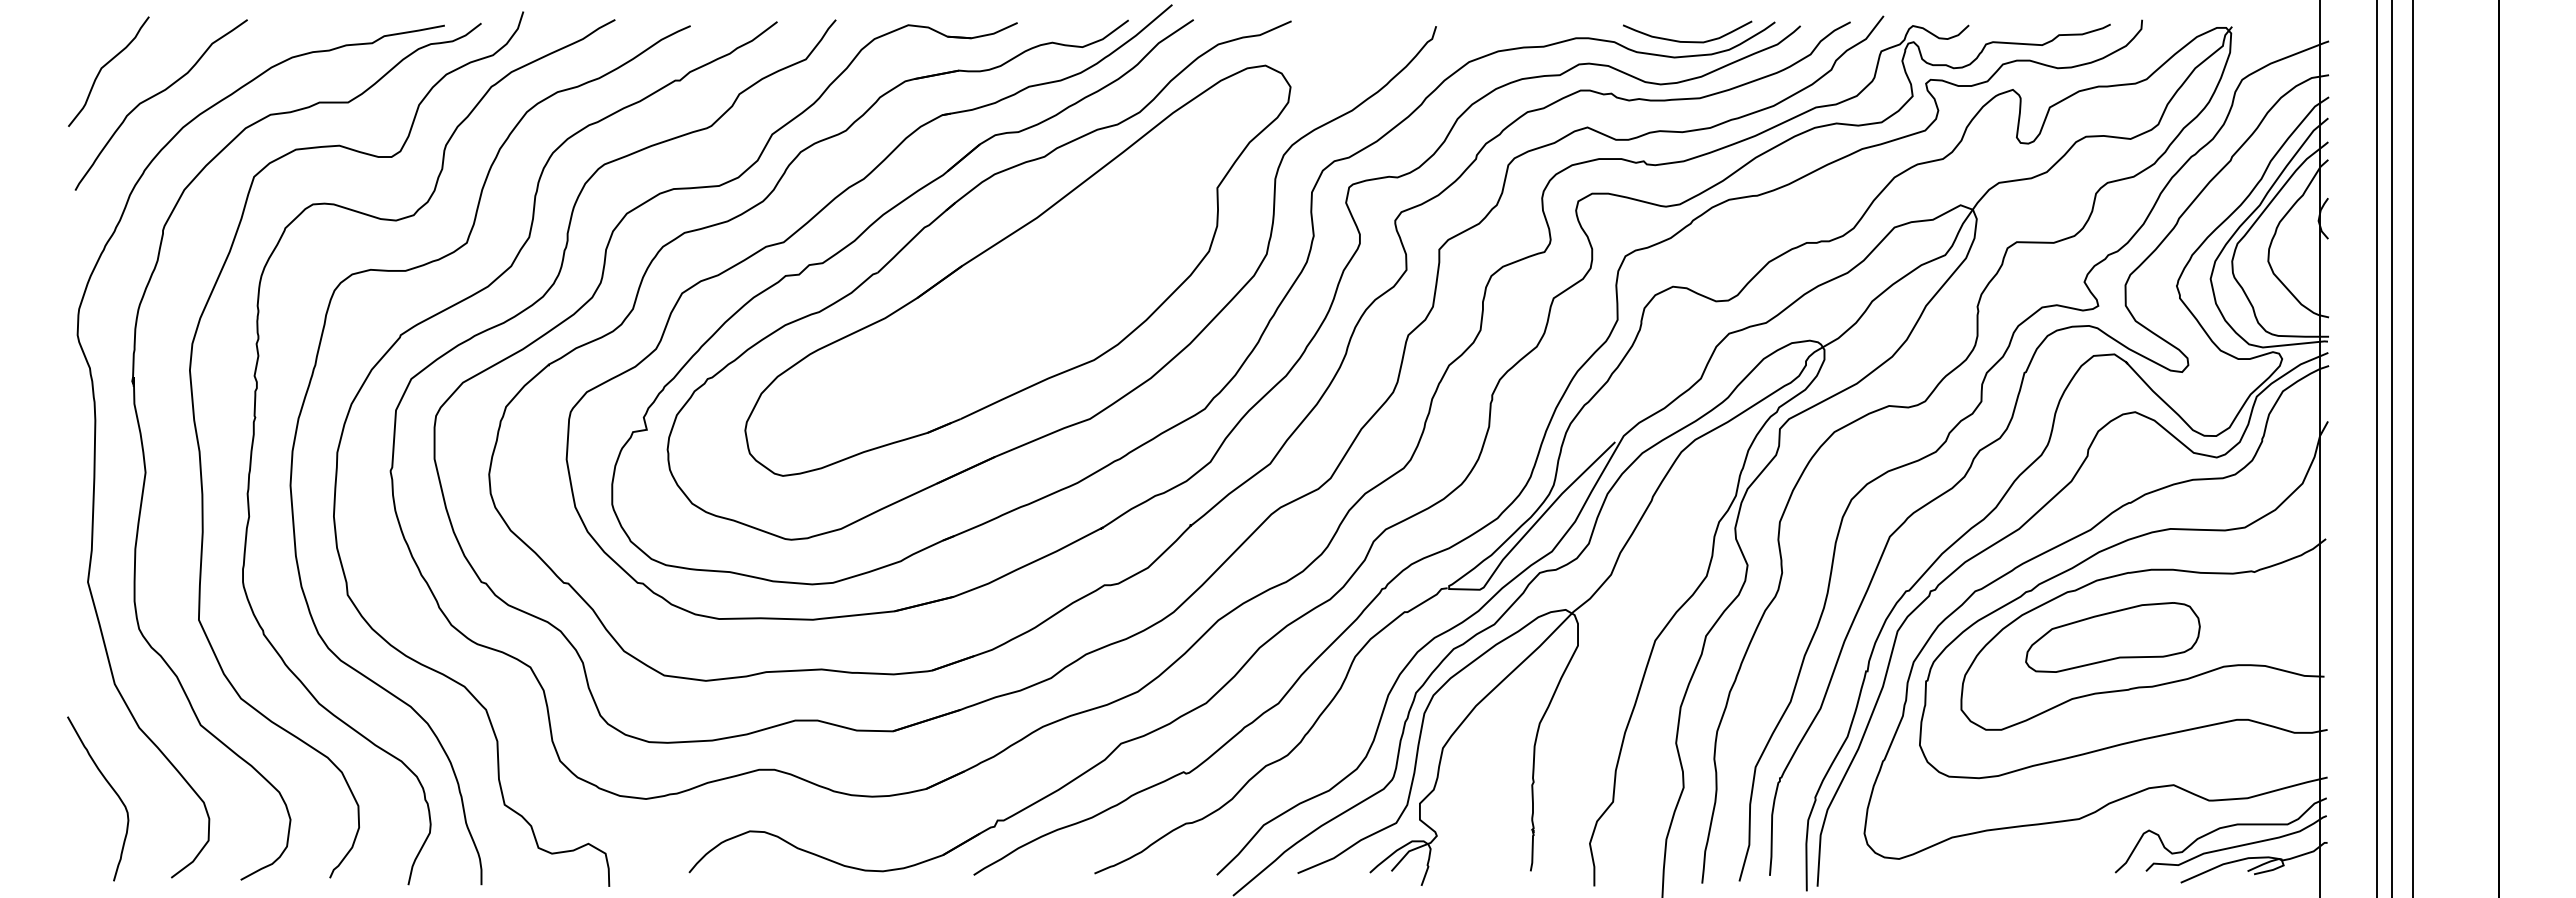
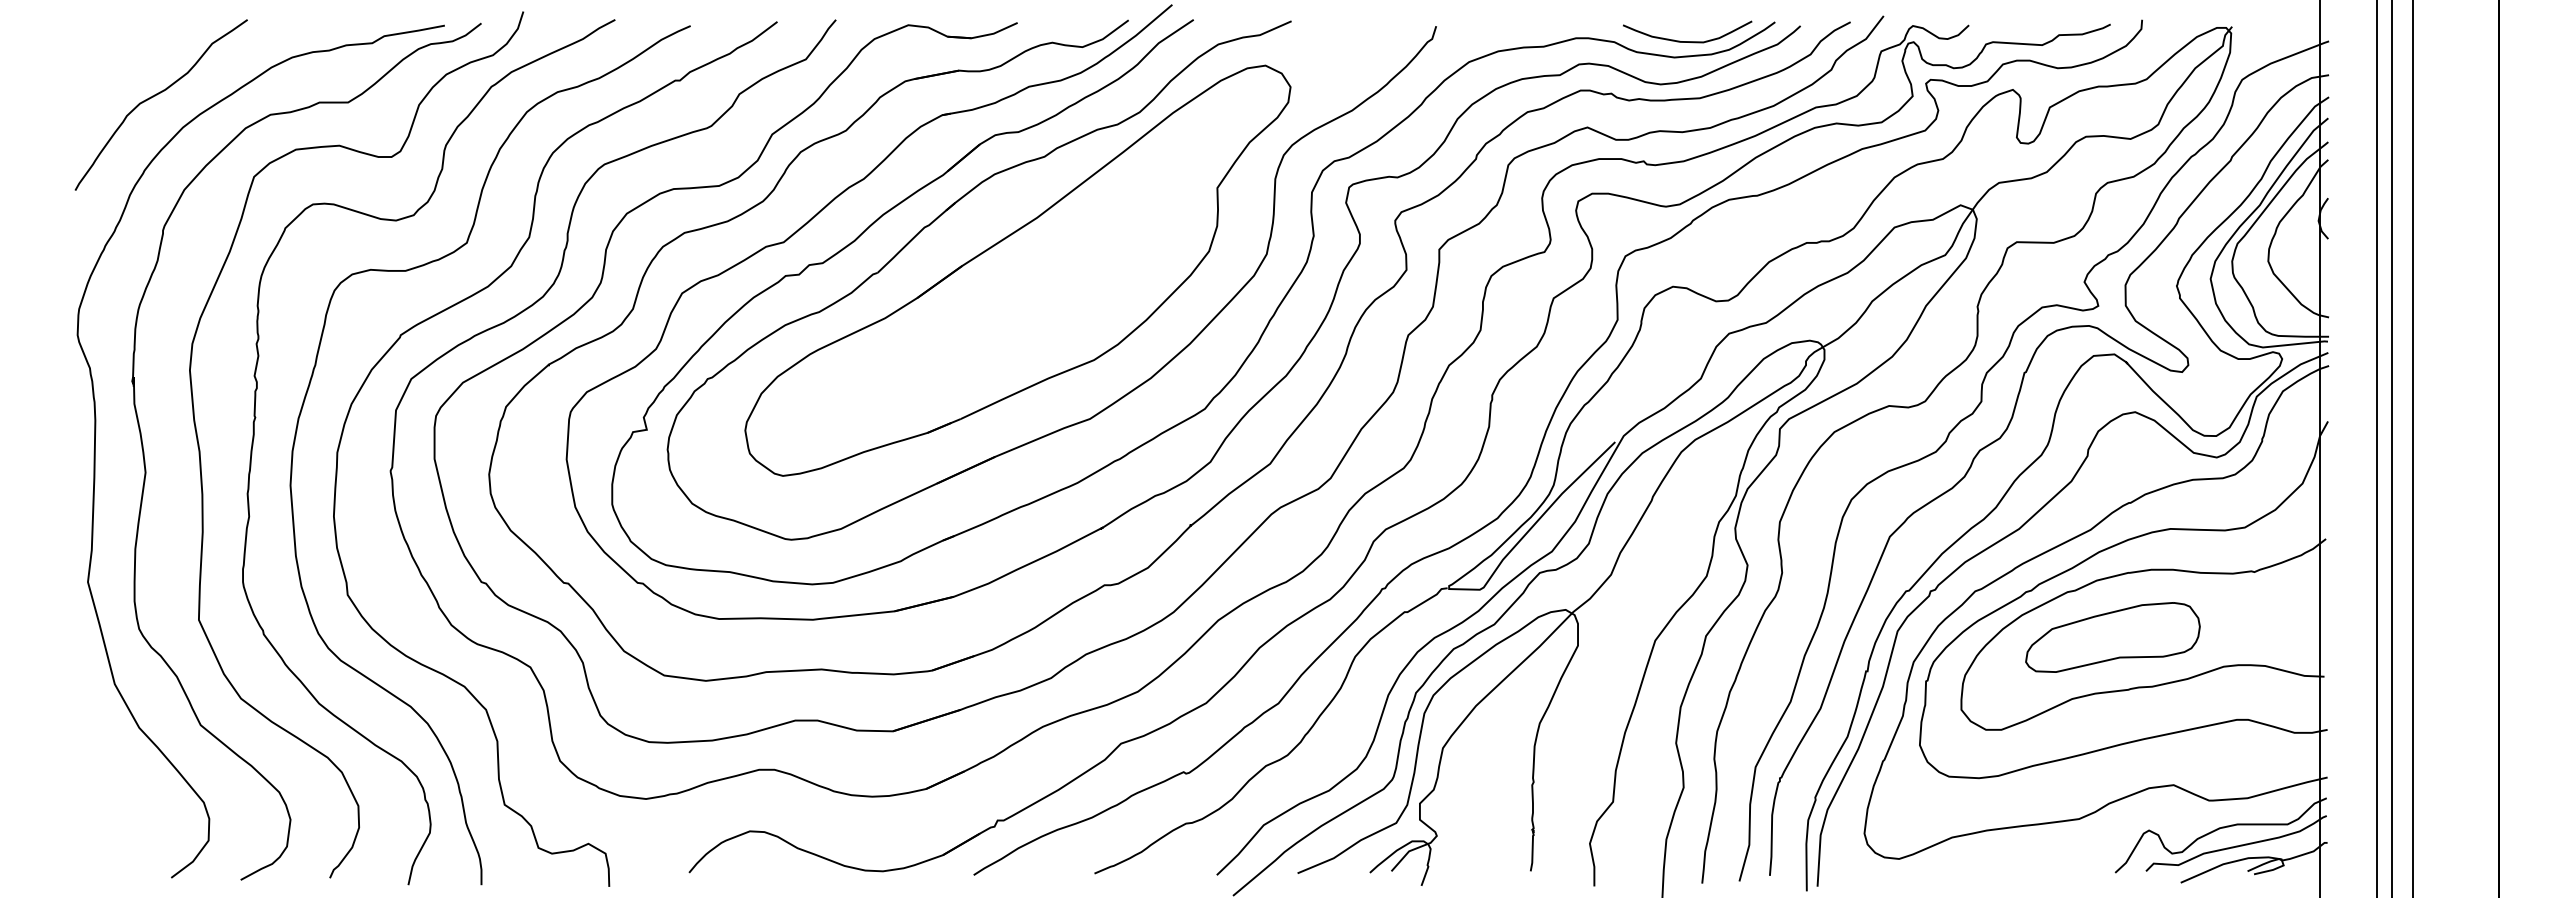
curve at (105, 66): present -> none
curve at (110, 787): present -> none
